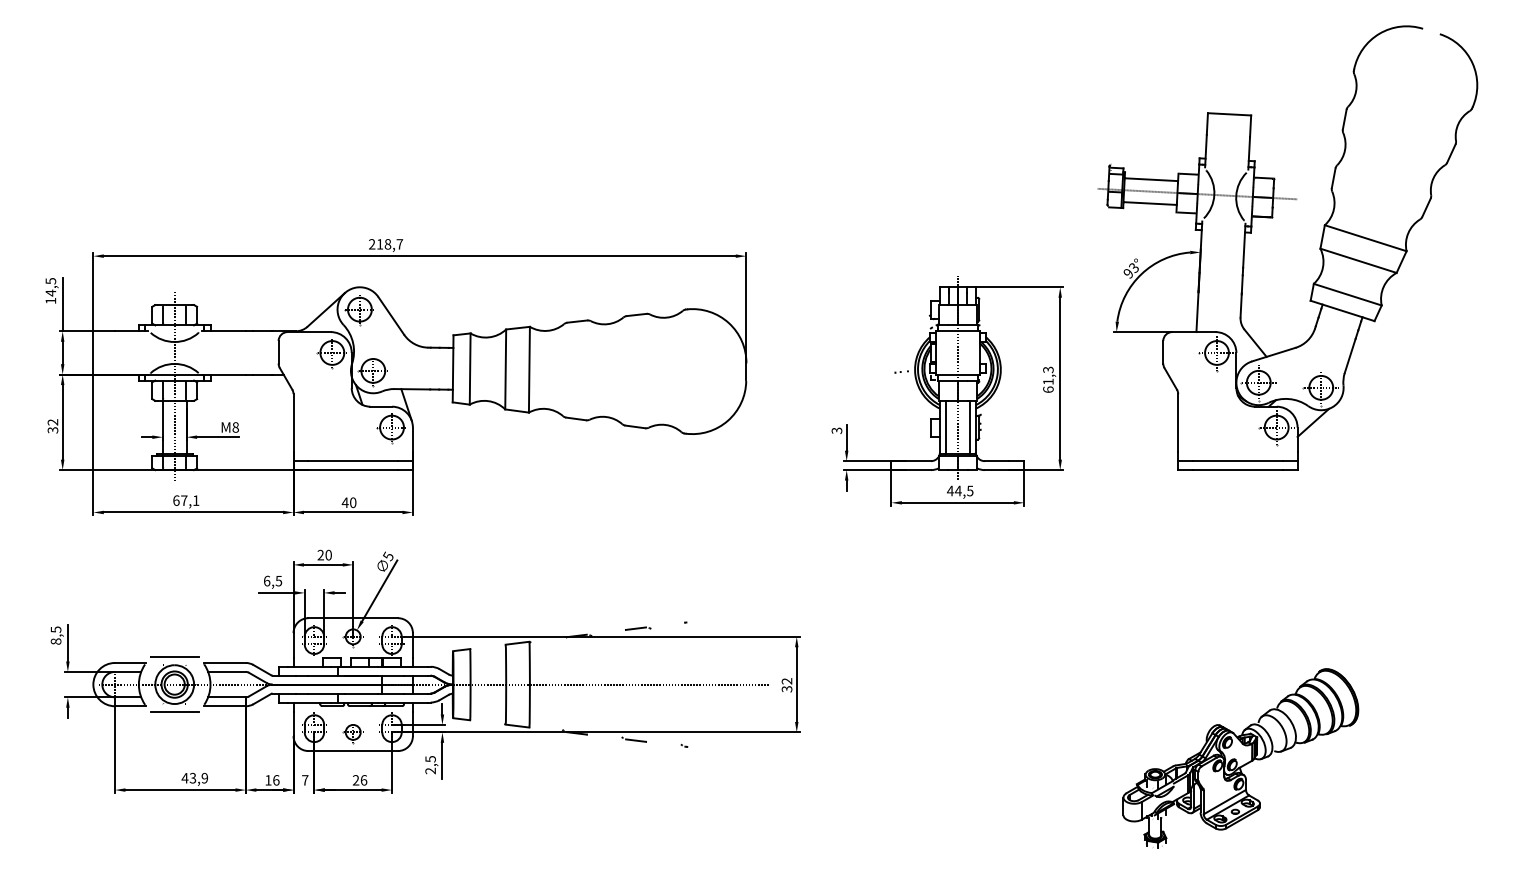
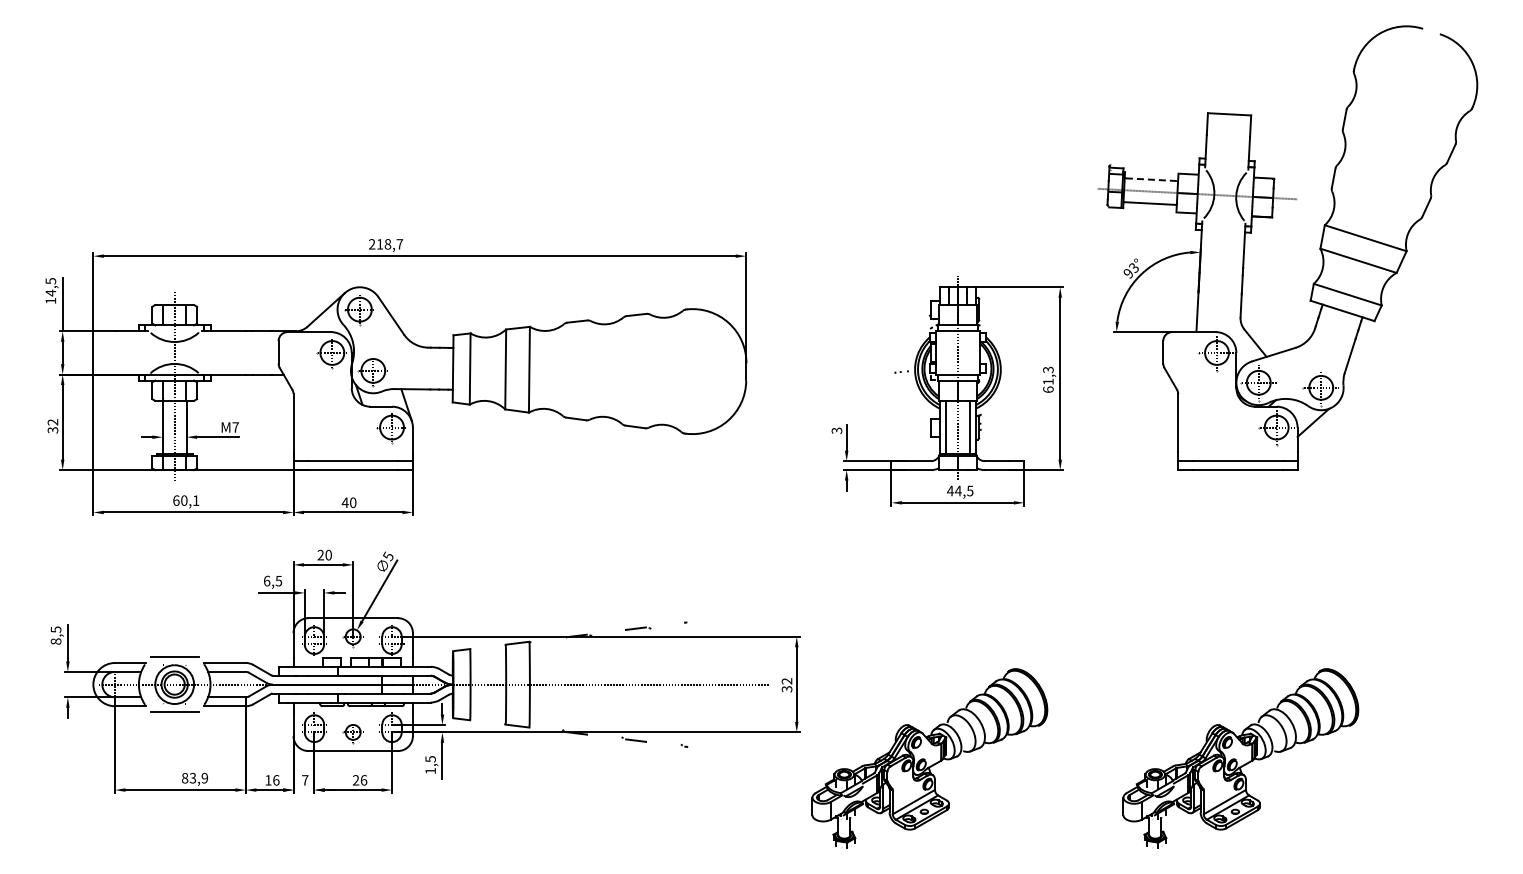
line at (1152, 179): solid -> dashed
text at (235, 427): M8 -> M7
text at (184, 500): 67,1 -> 60,1
part at (929, 758): none -> present
text at (430, 770): 2,5 -> 1,5
text at (184, 778): 43,9 -> 83,9
